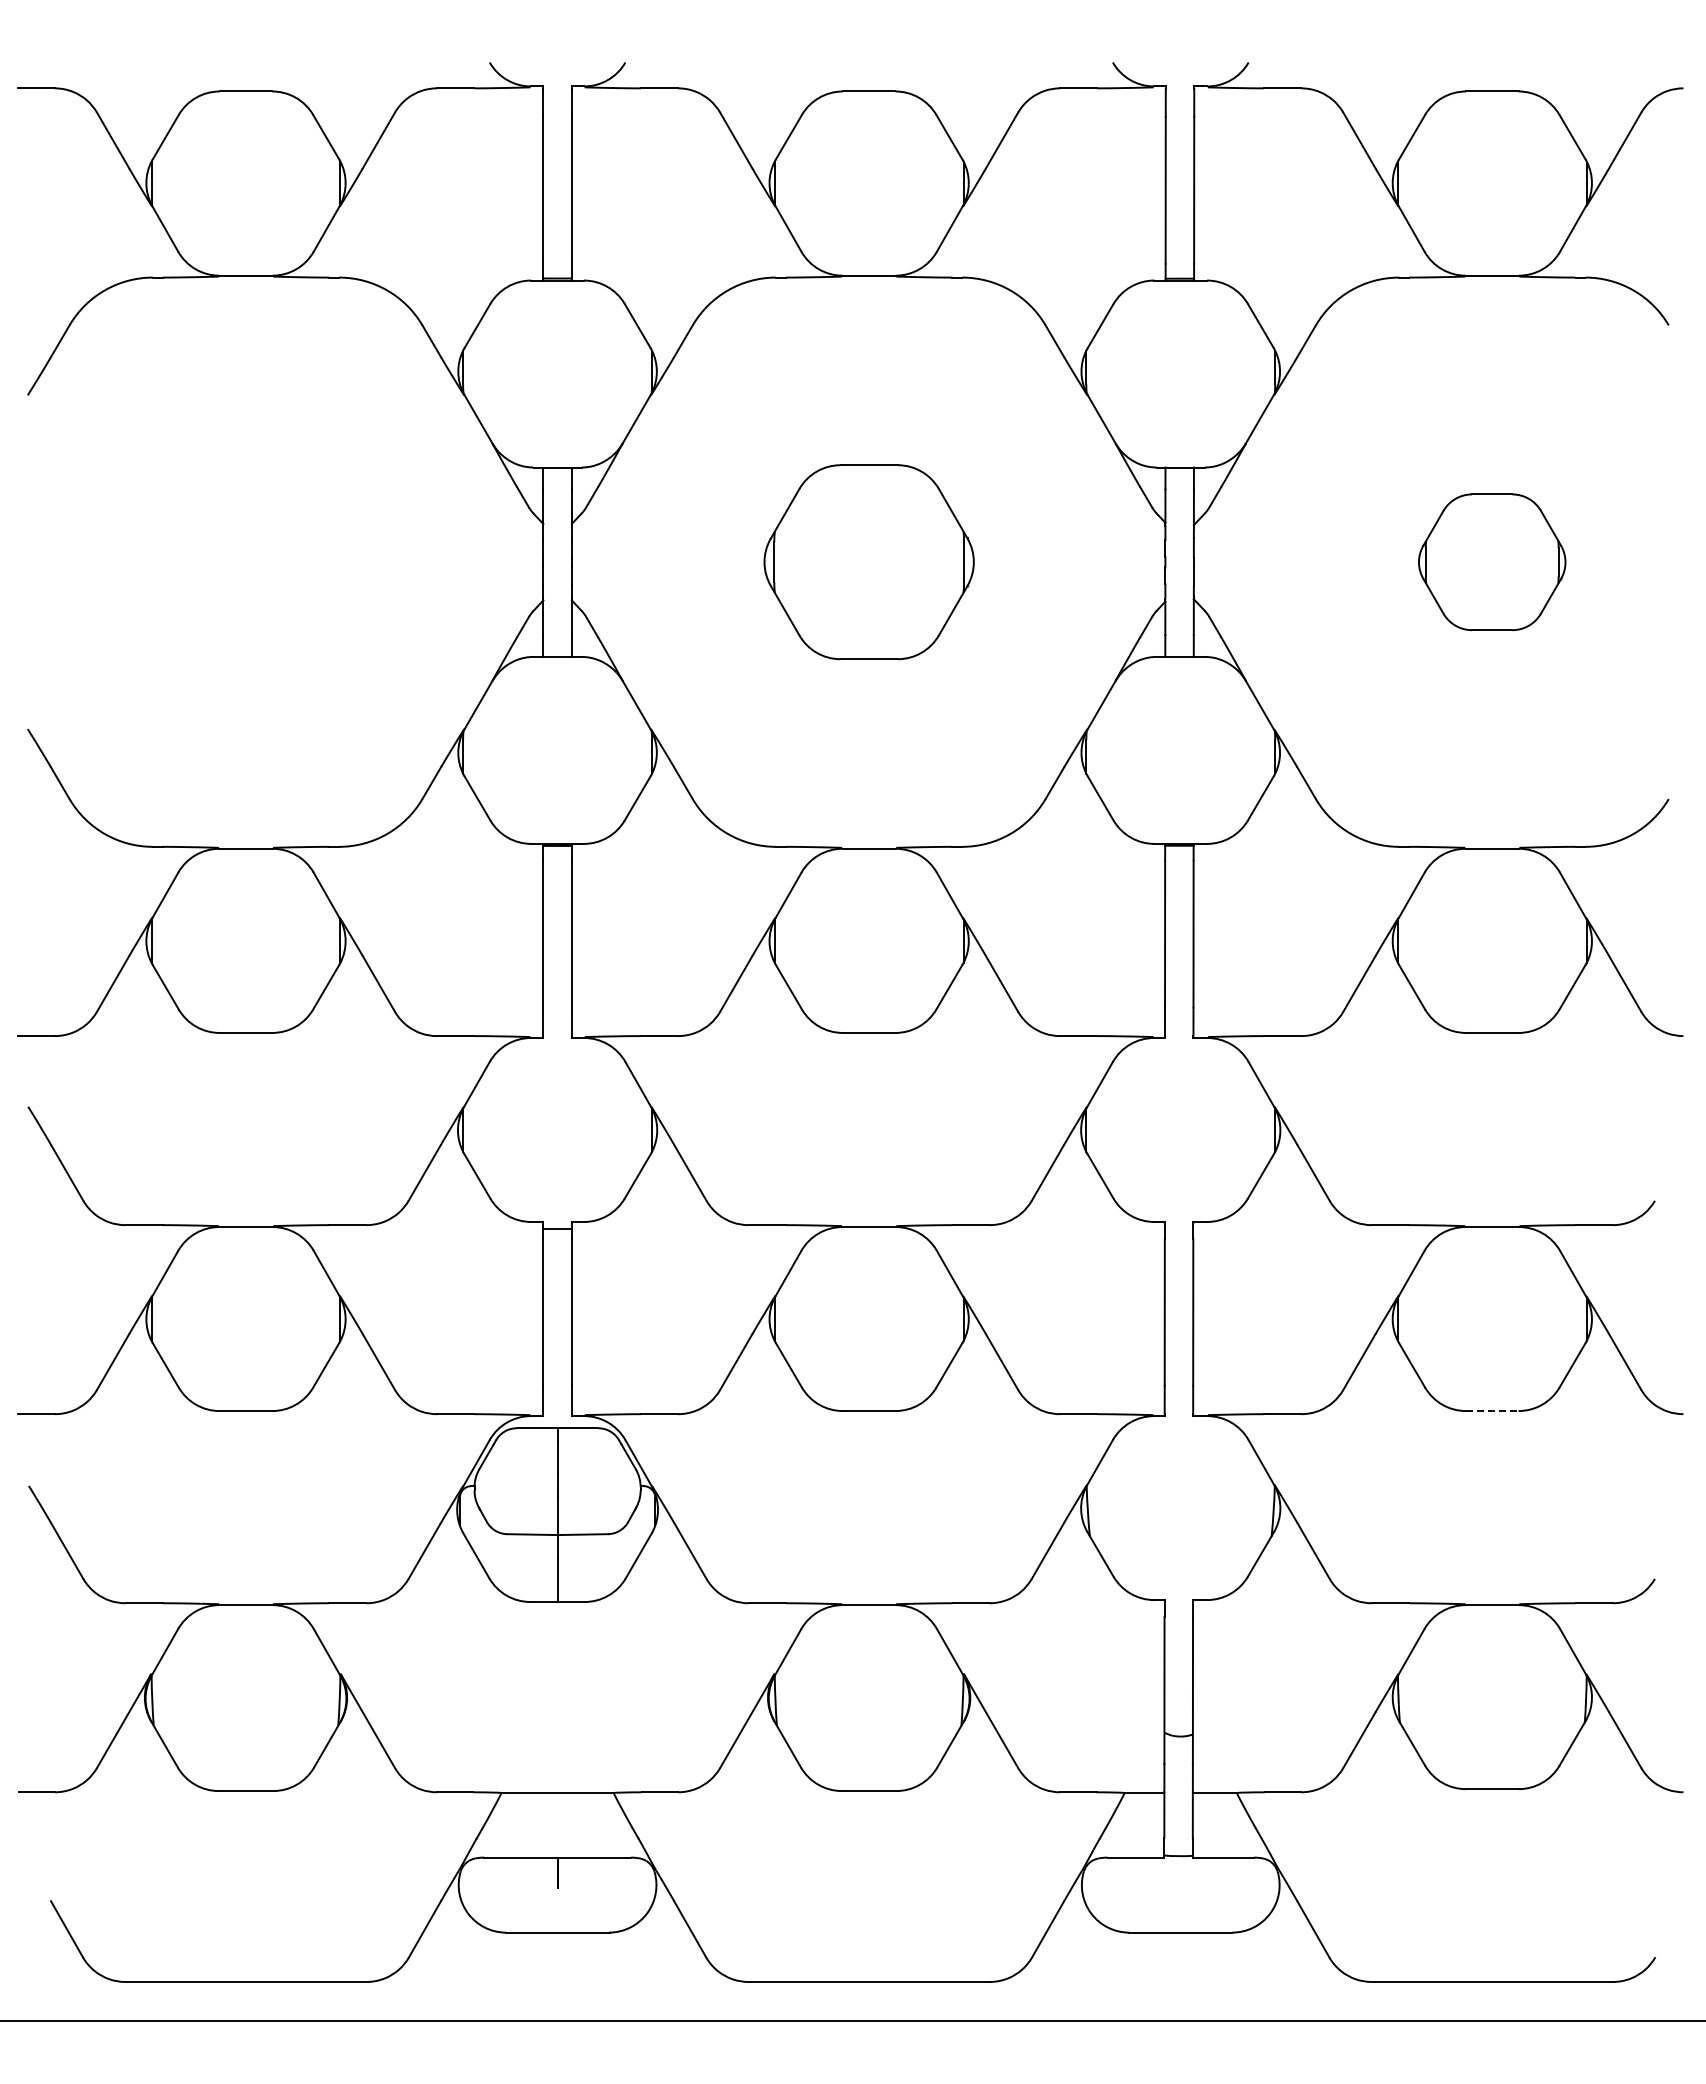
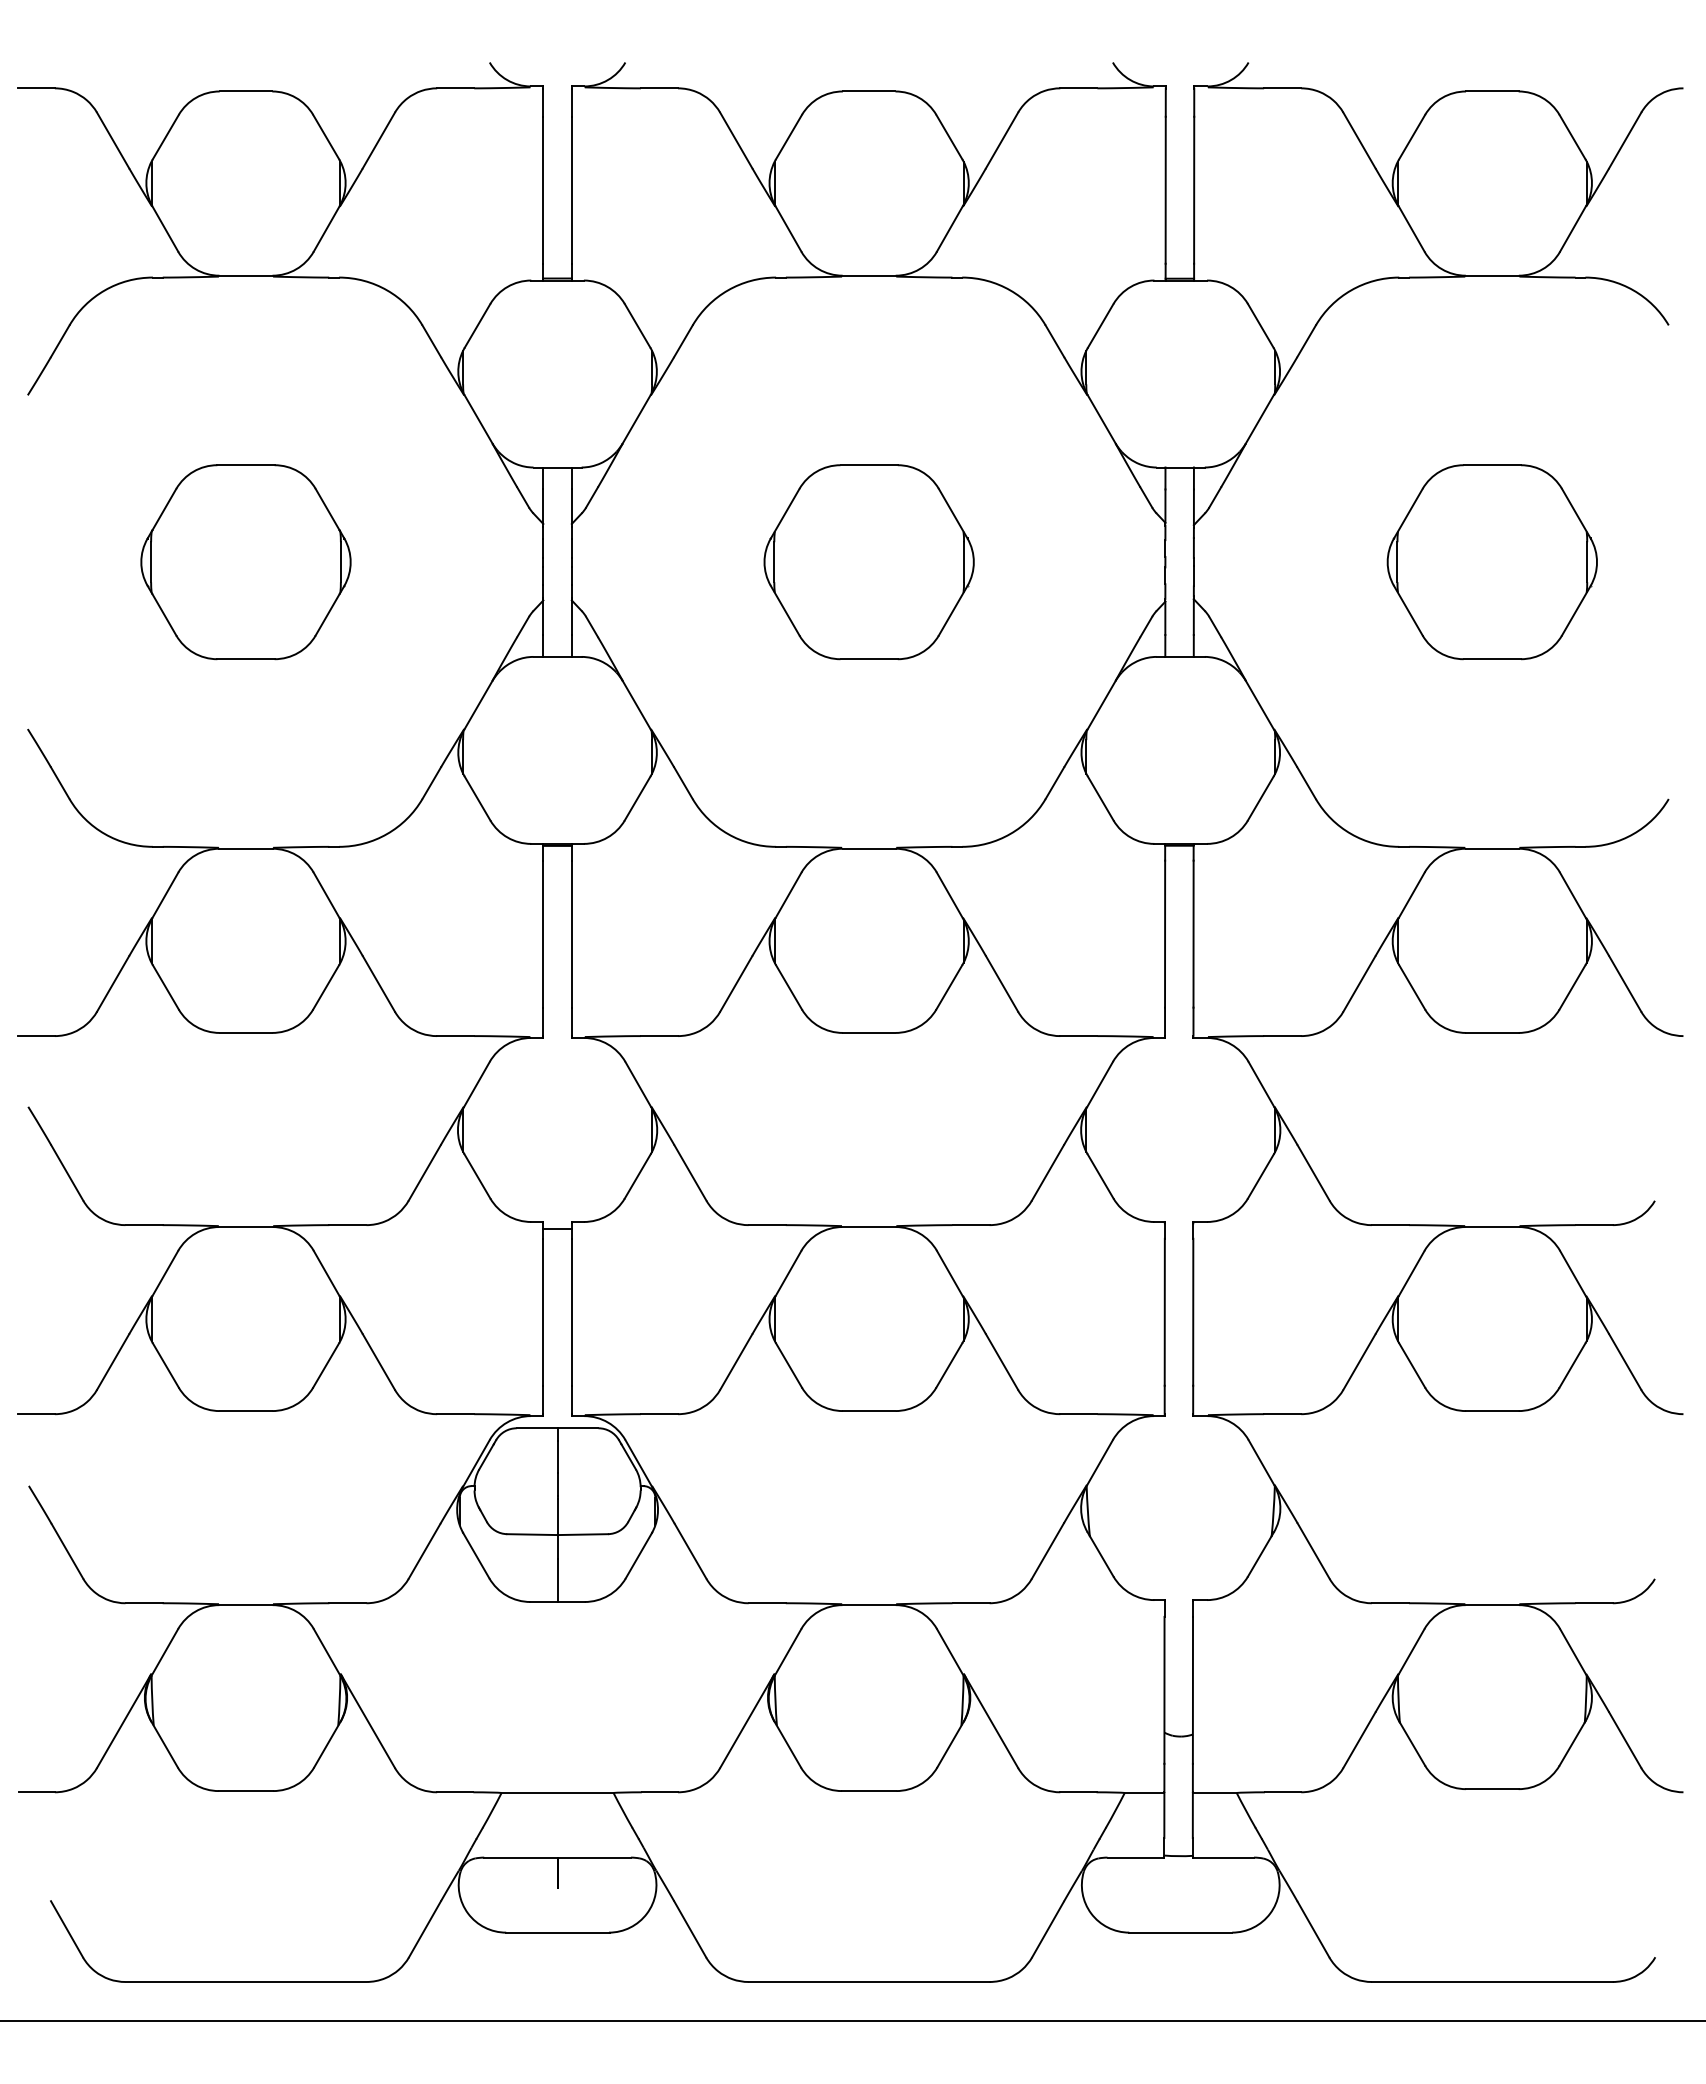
part at (245, 562): none -> present
part at (1492, 562) size: 149x139 px -> 212x197 px
line at (1492, 1411): dashed -> solid
